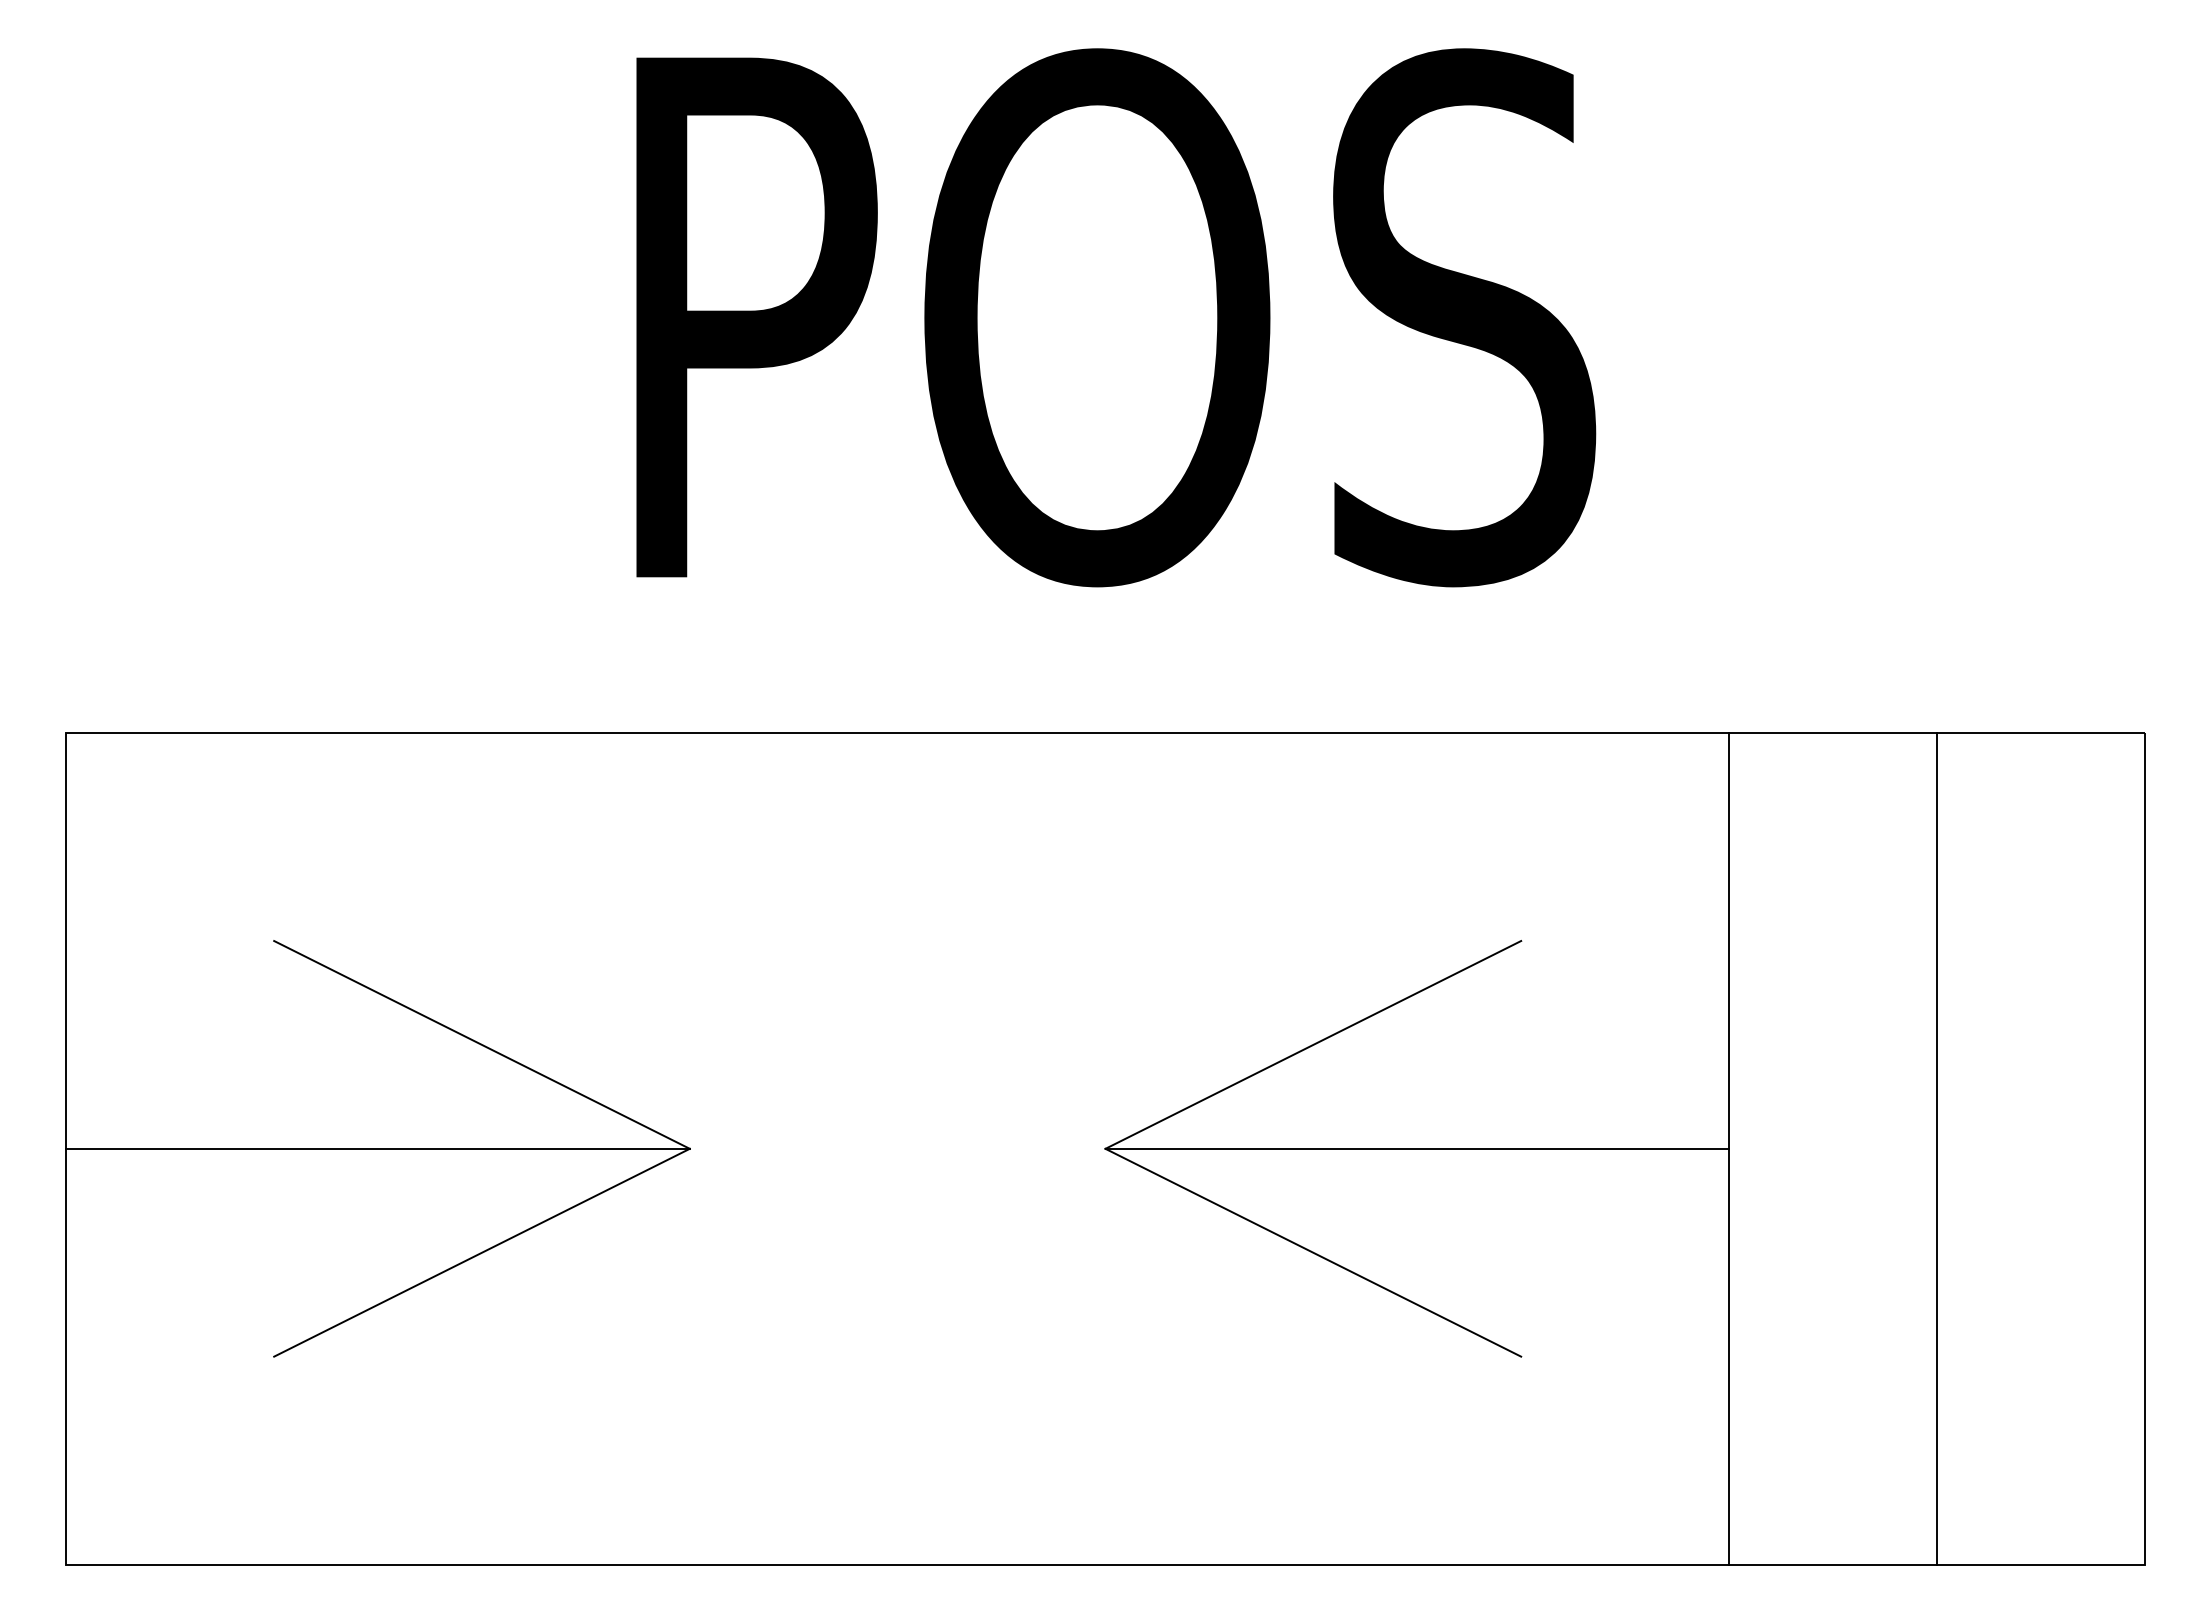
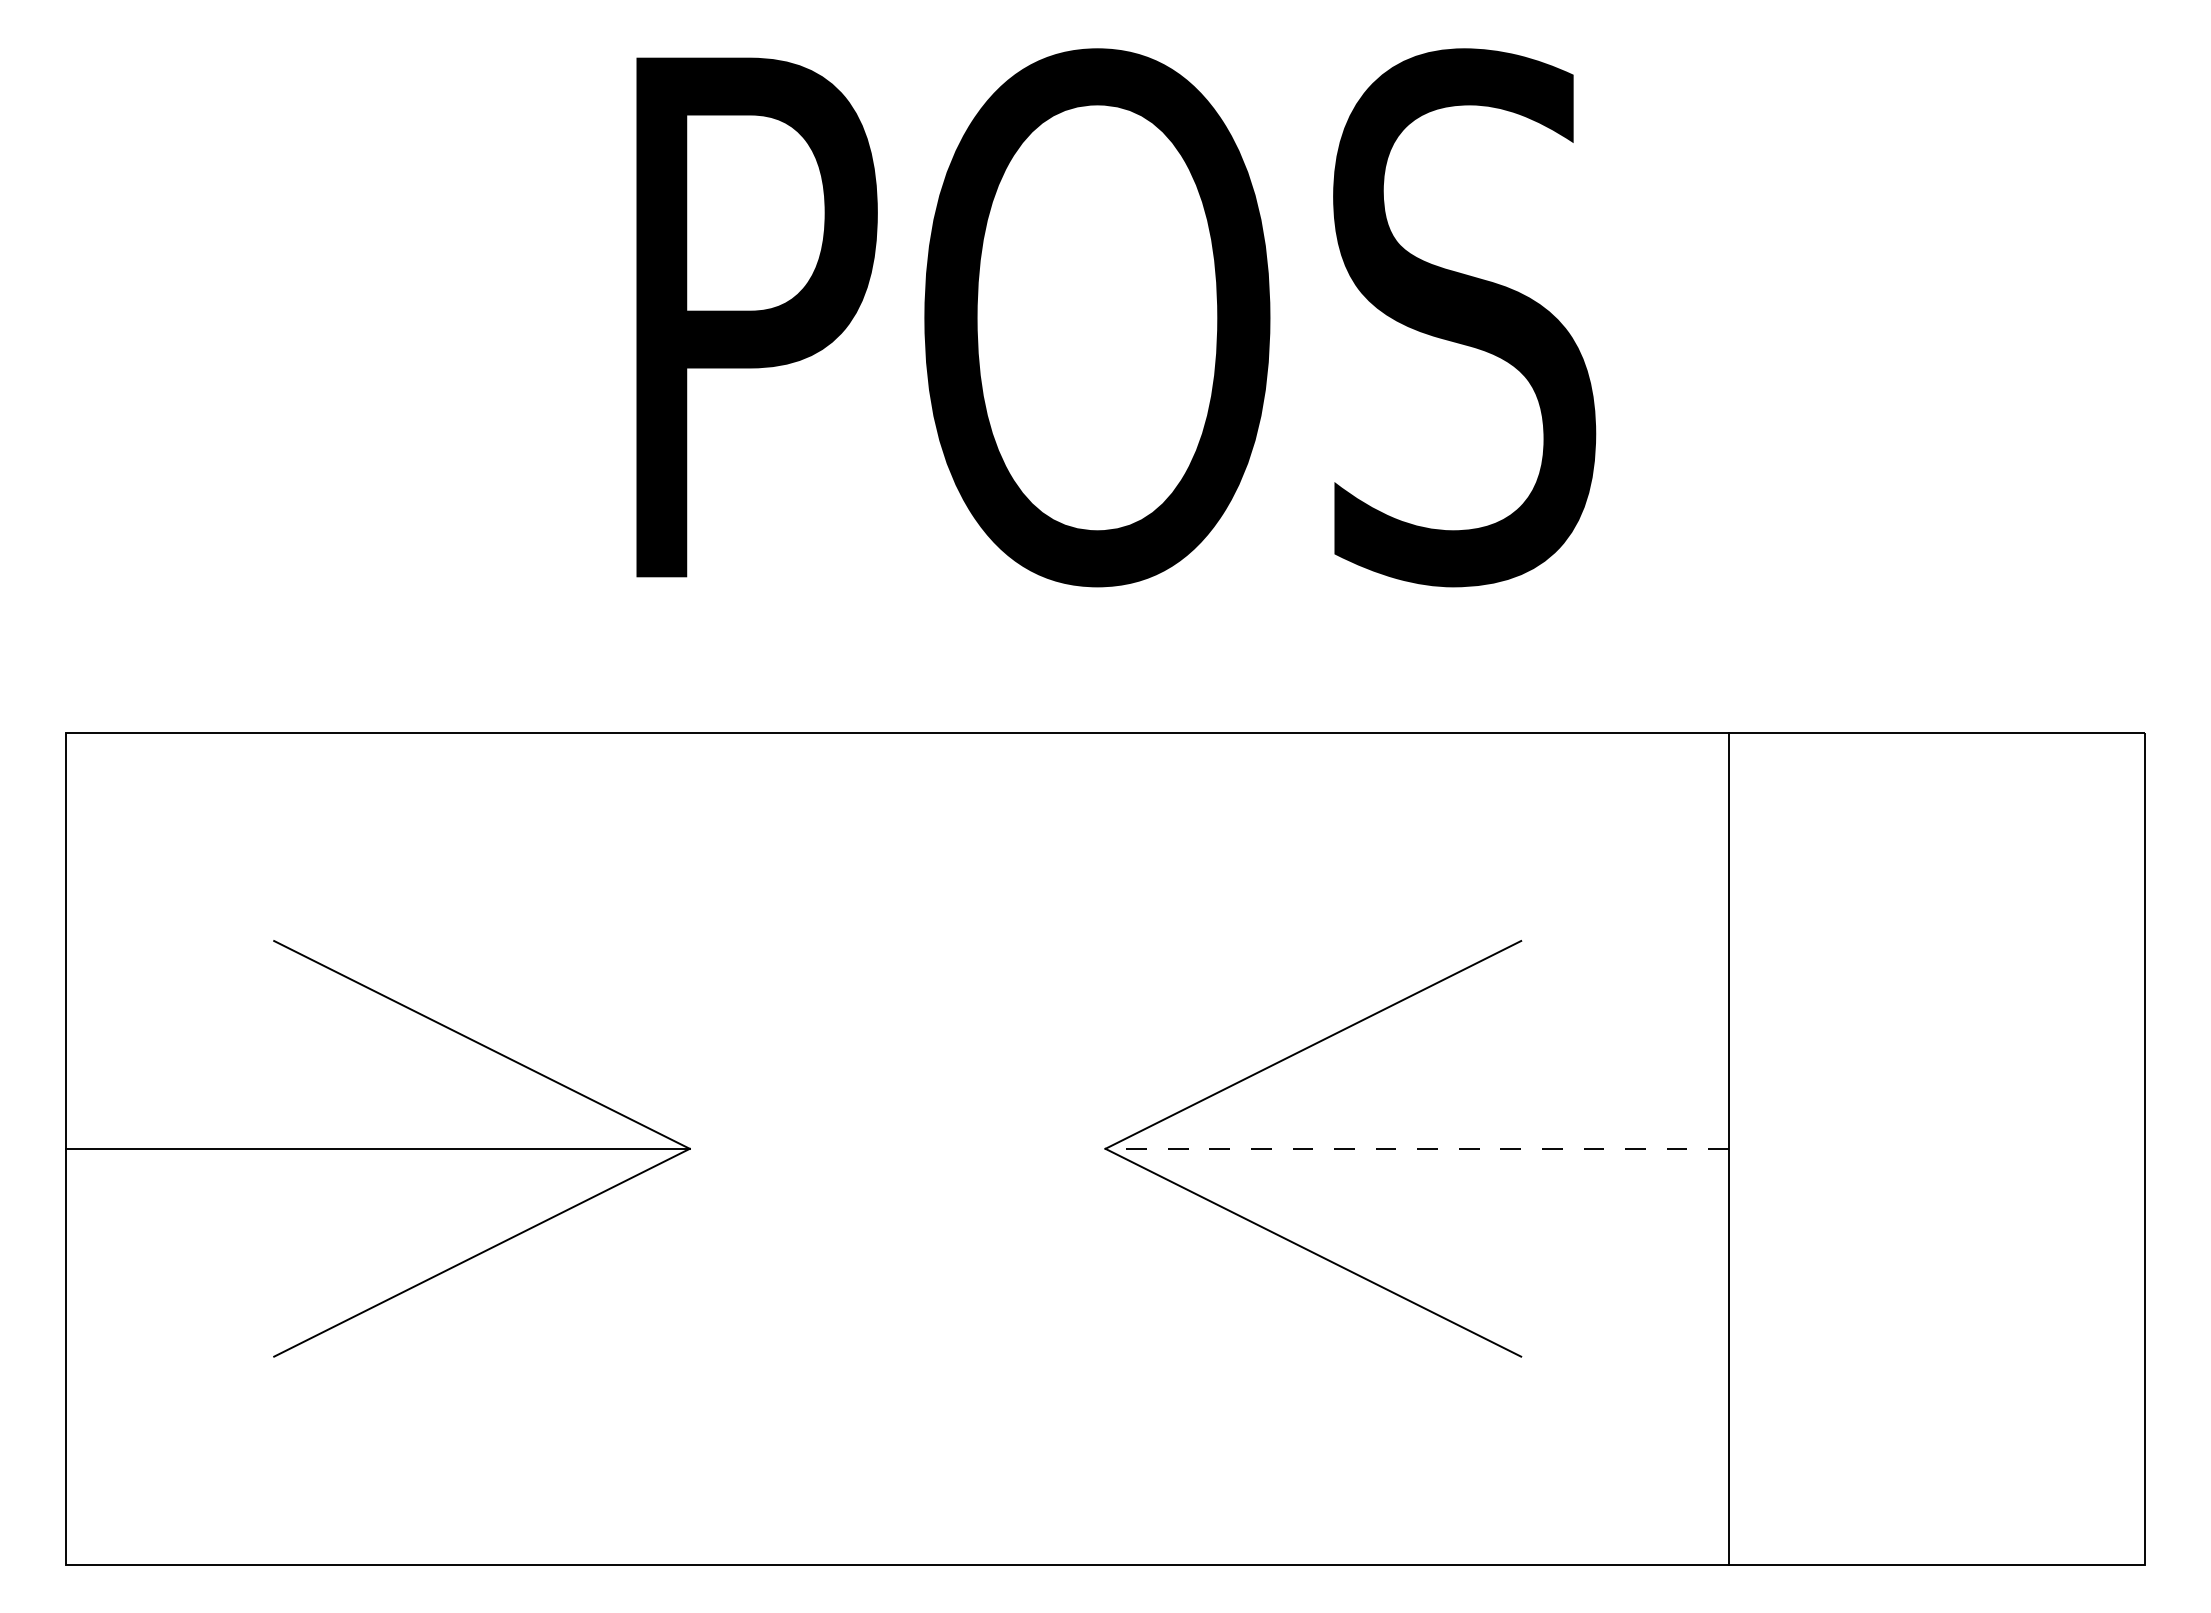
line at (1417, 1148): solid -> dashed
line at (1936, 1148): present -> none
